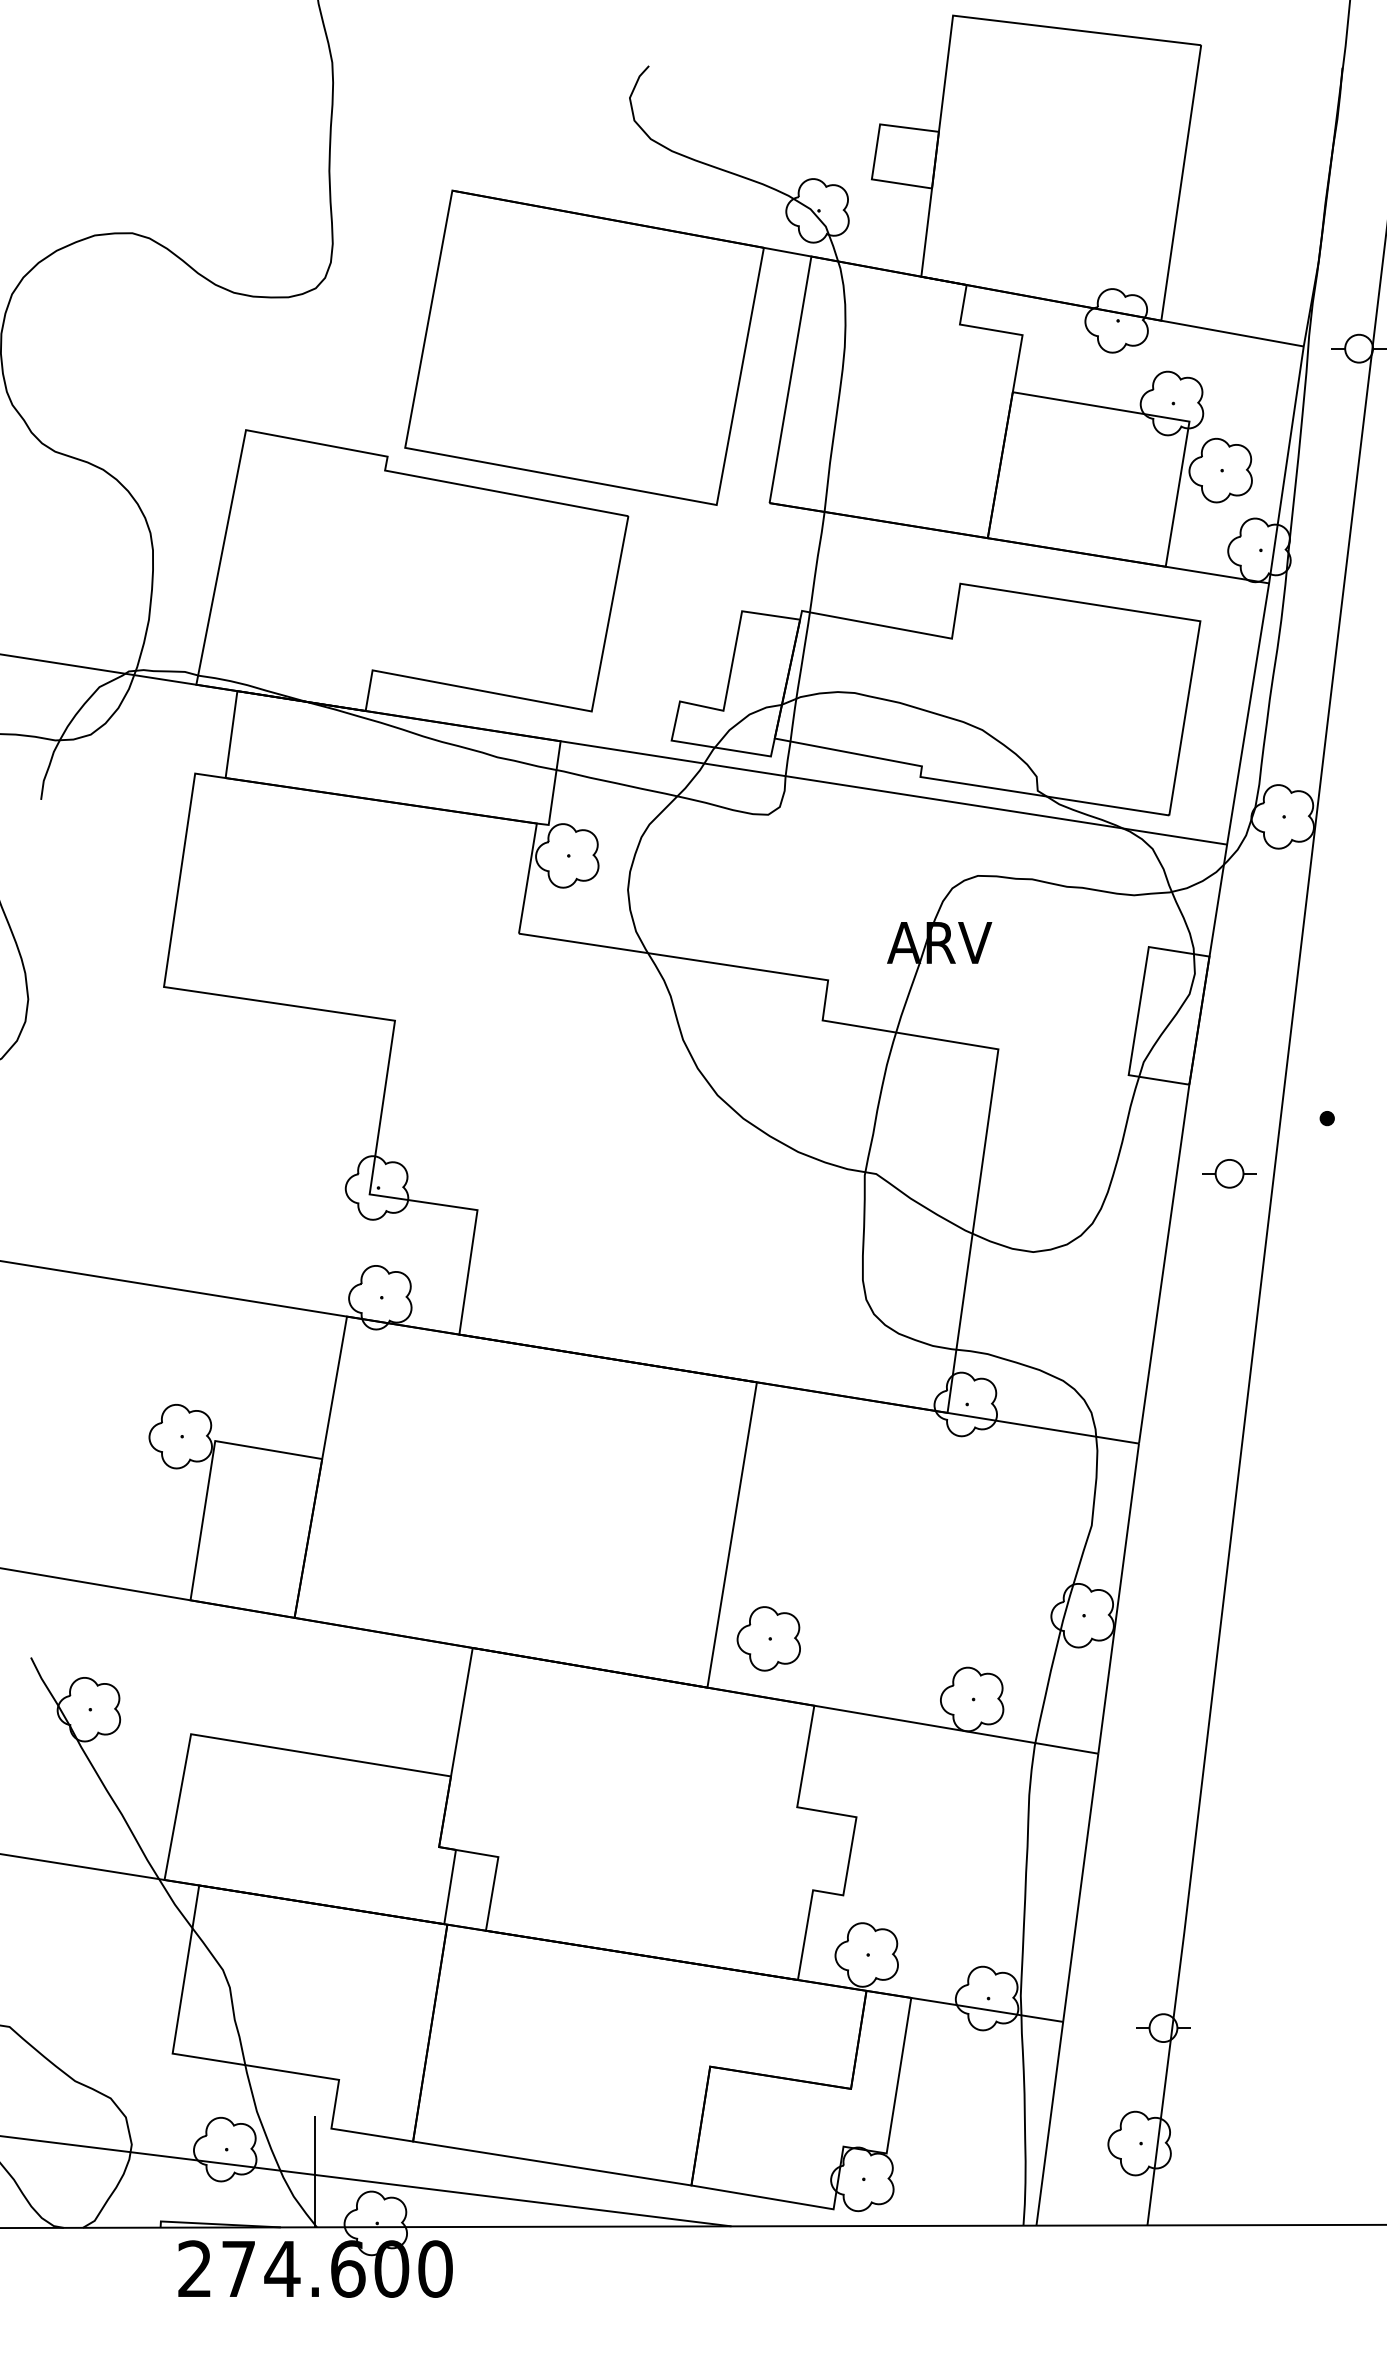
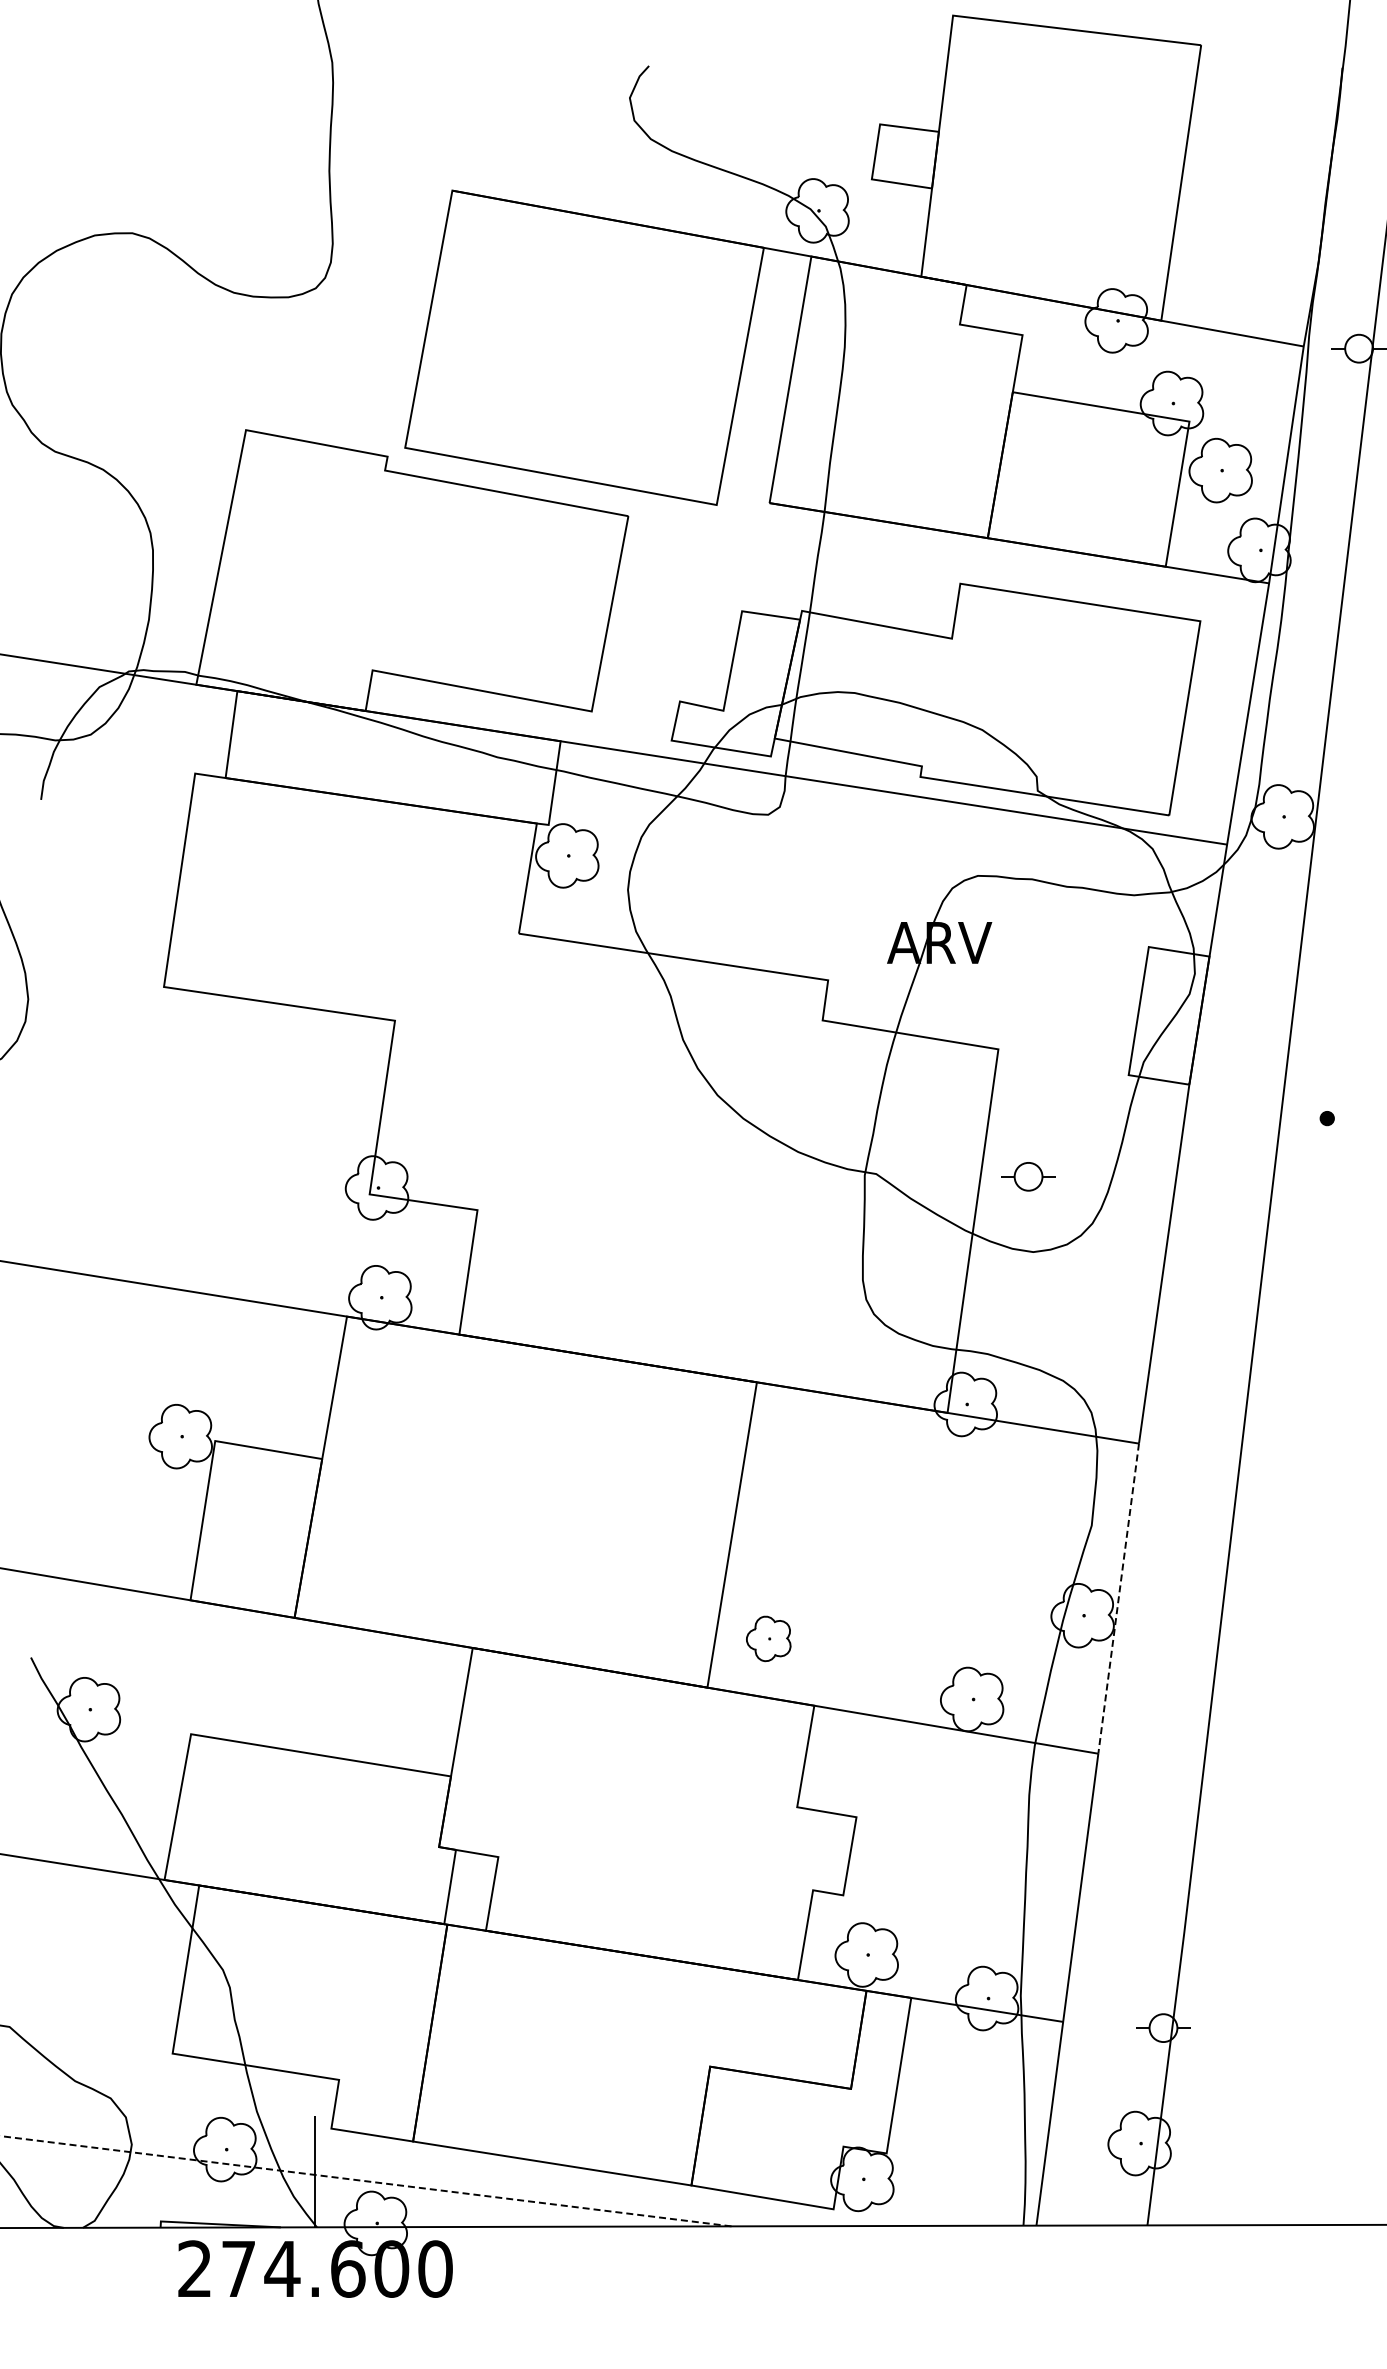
part at (1229, 1173) position: (1229, 1173) -> (1028, 1176)
line at (1118, 1599): solid -> dashed
part at (768, 1638) size: 65x66 px -> 46x48 px
line at (365, 2181): solid -> dashed
